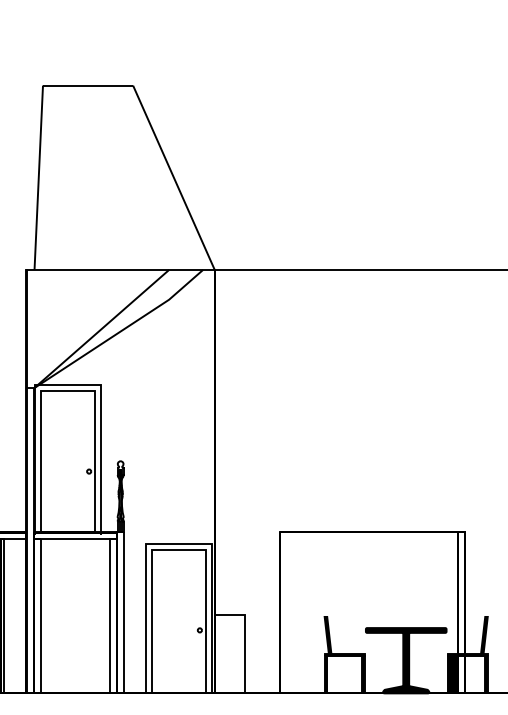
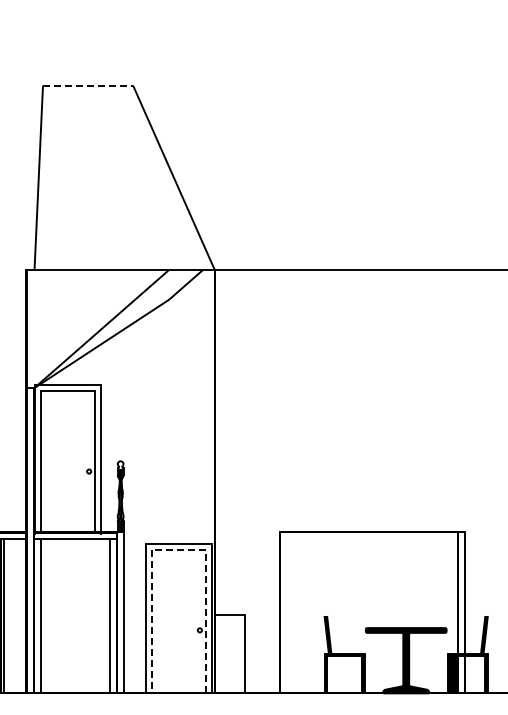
line at (88, 85): solid -> dashed
line at (178, 549): solid -> dashed
